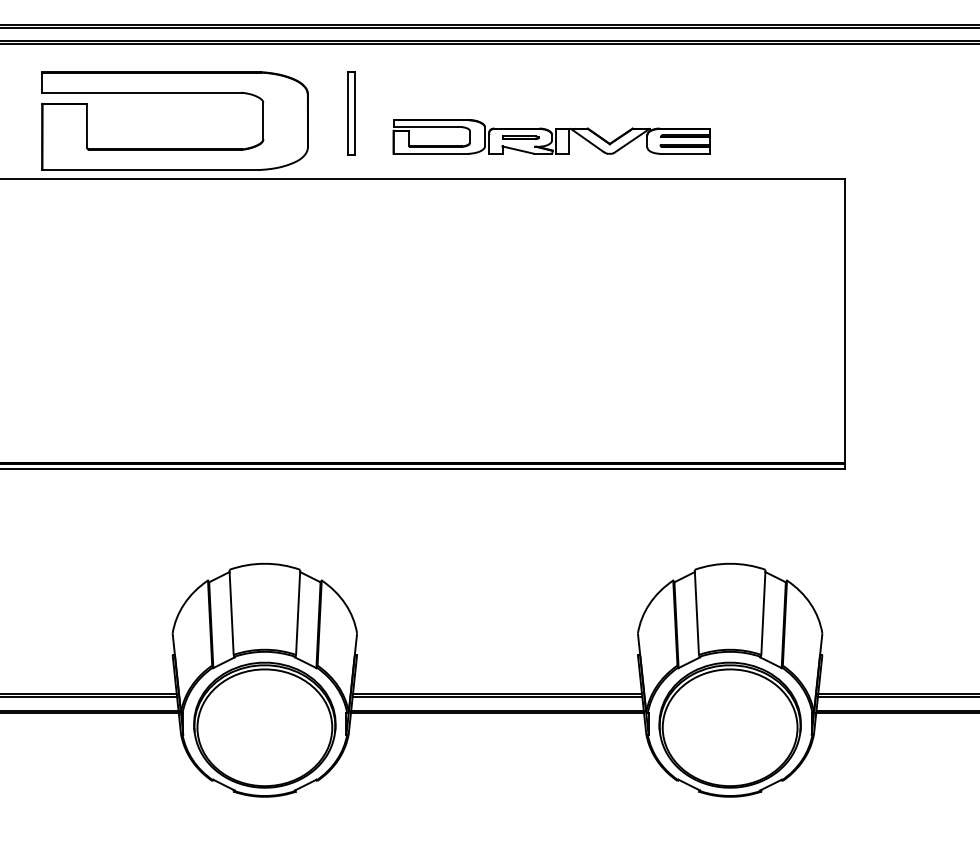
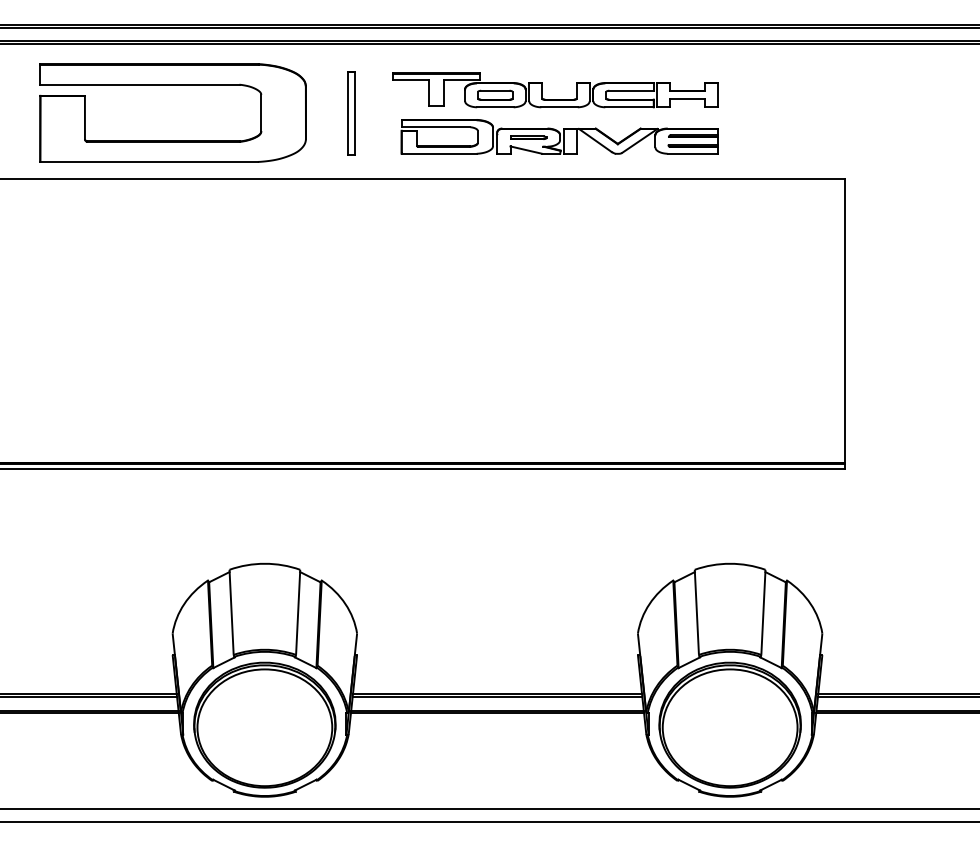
part at (174, 93) position: (174, 93) -> (172, 85)
part at (555, 99): none -> present
part at (551, 136) position: (551, 136) -> (559, 136)
line at (489, 809): none -> present
line at (489, 821): none -> present
